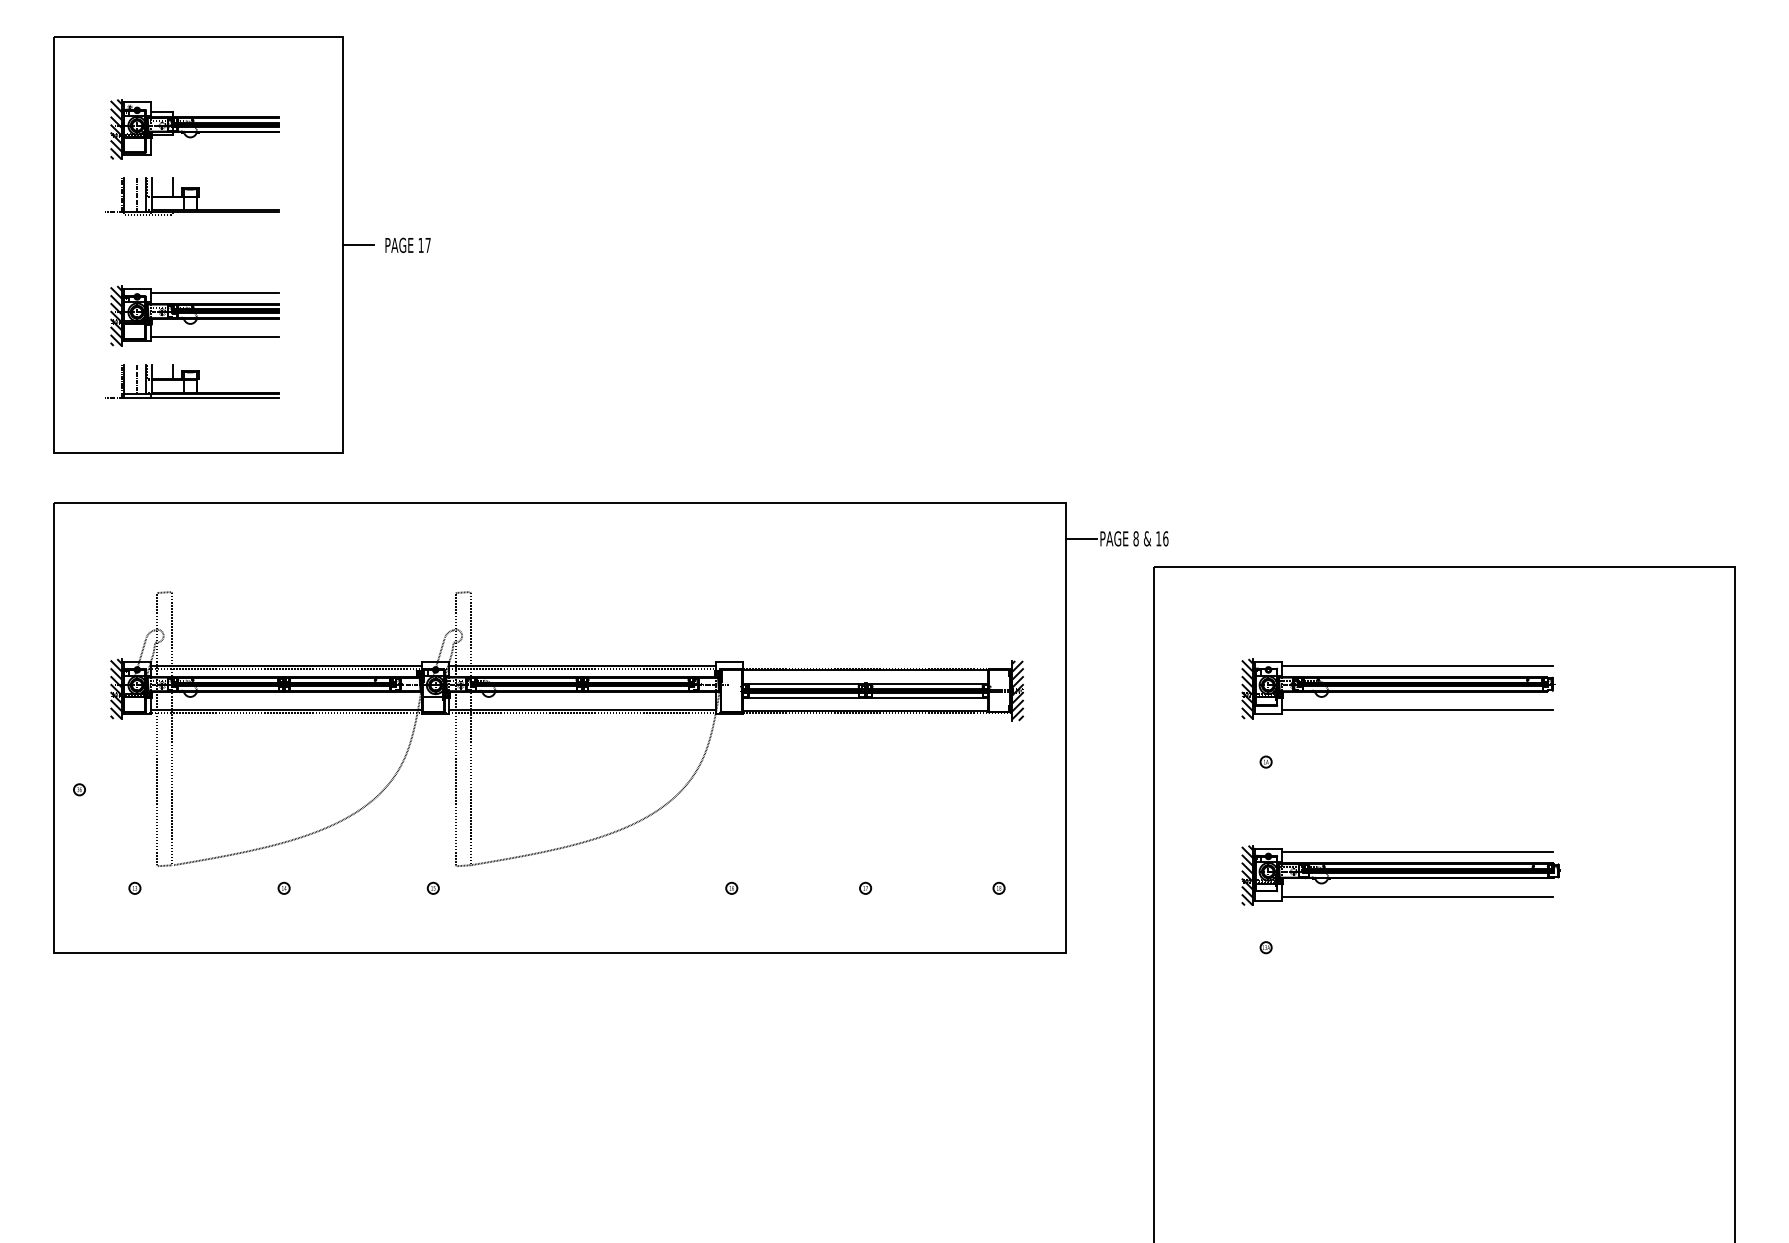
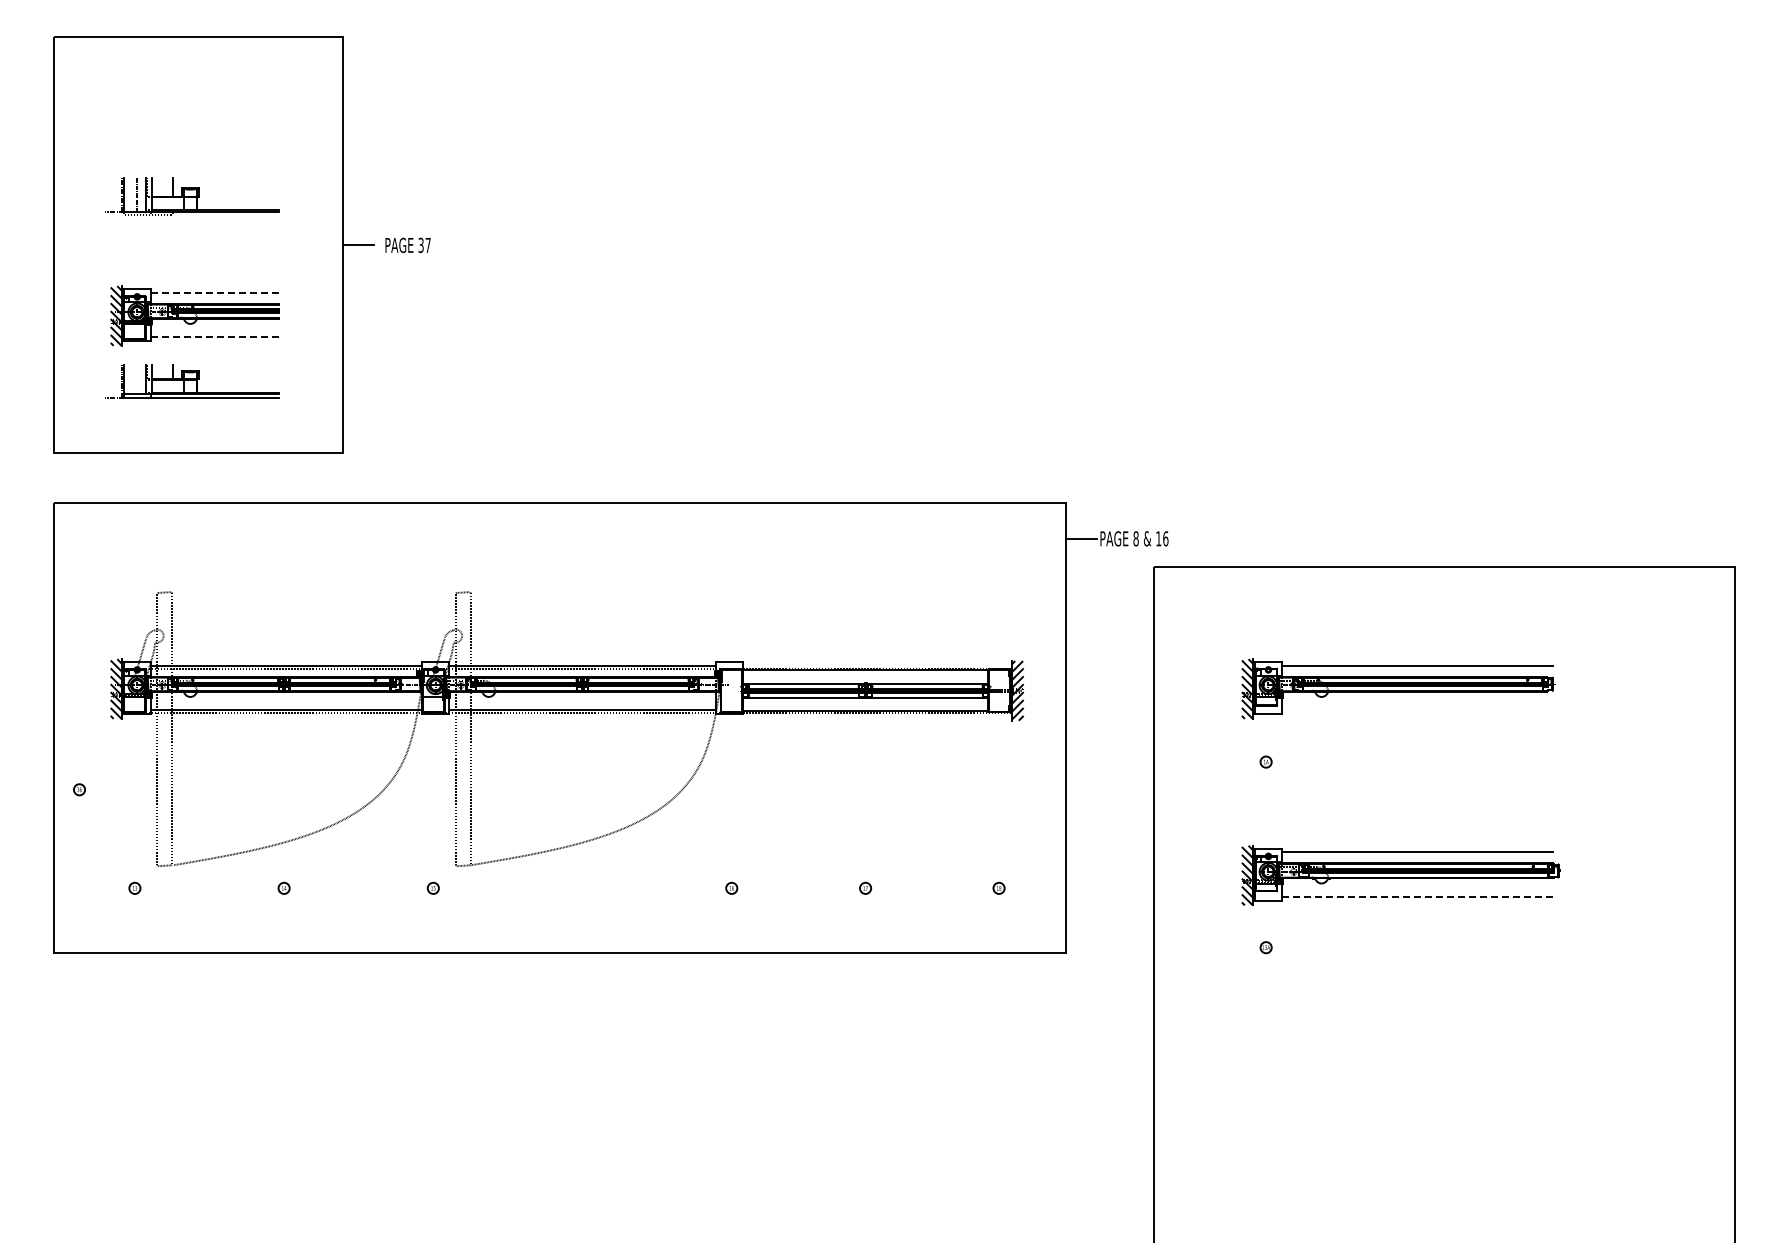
part at (194, 129): present -> none
text at (420, 245): 17 -> 37
line at (215, 292): solid -> dashed
line at (215, 337): solid -> dashed
line at (137, 379): present -> none
line at (1416, 710): present -> none
line at (1417, 897): solid -> dashed
